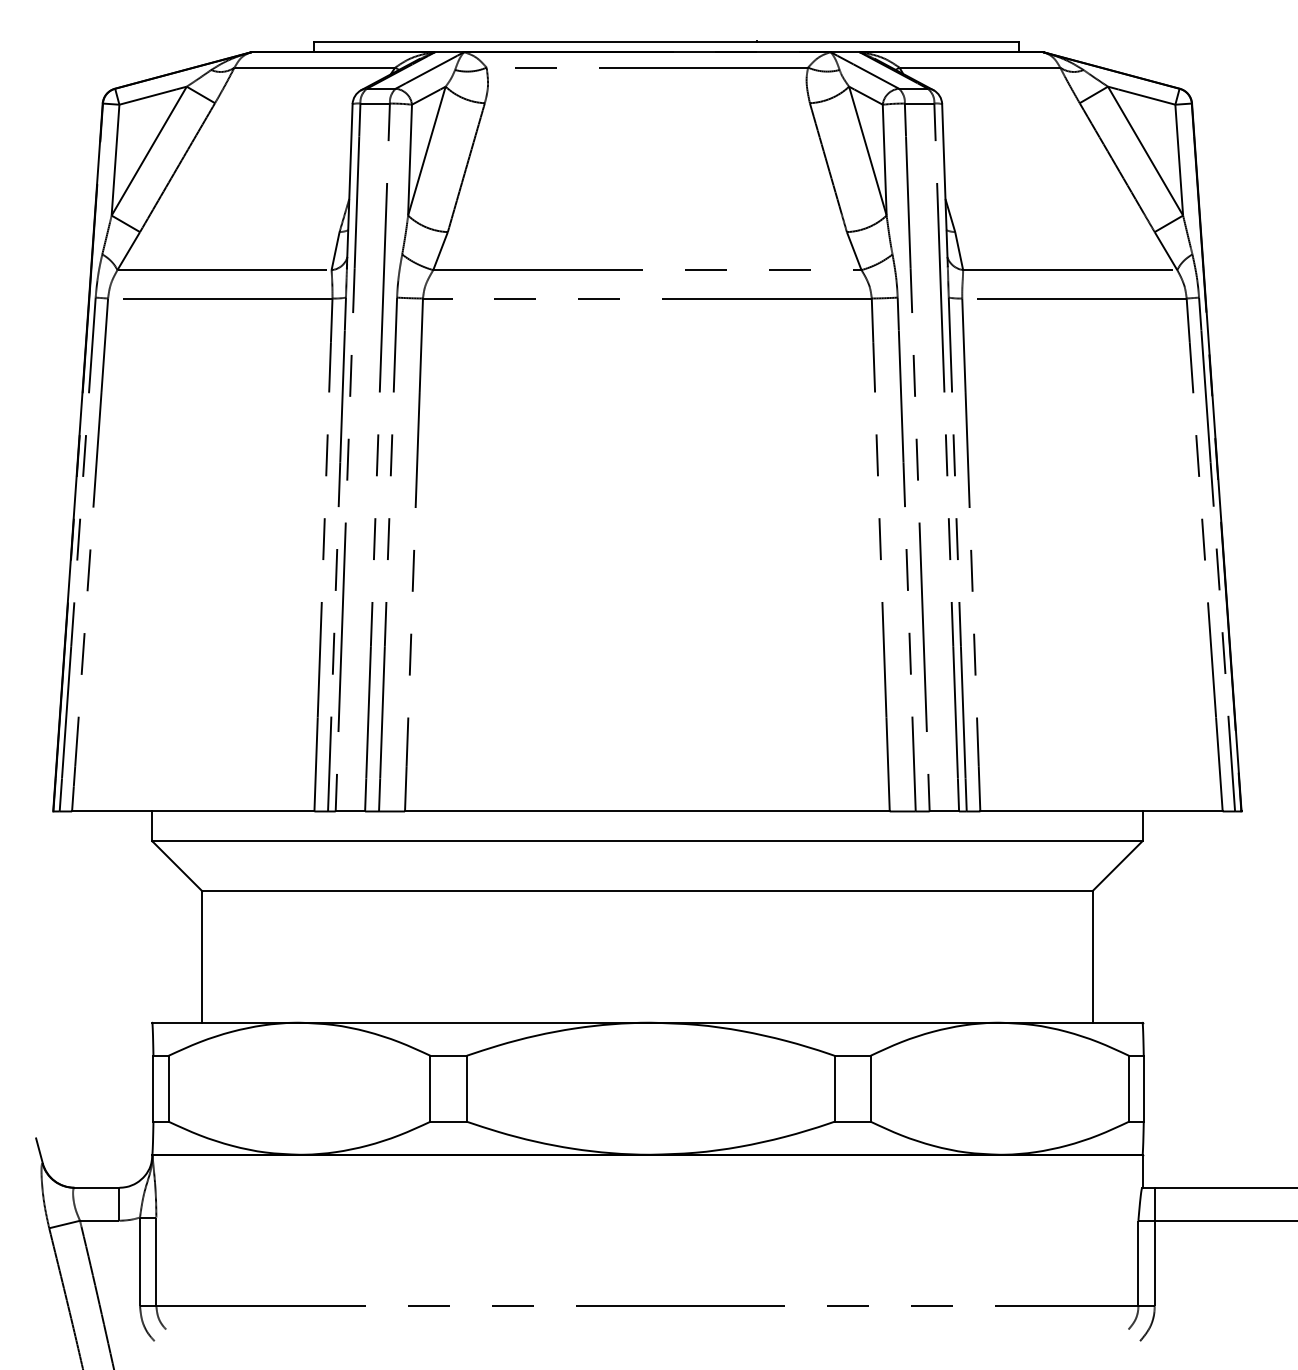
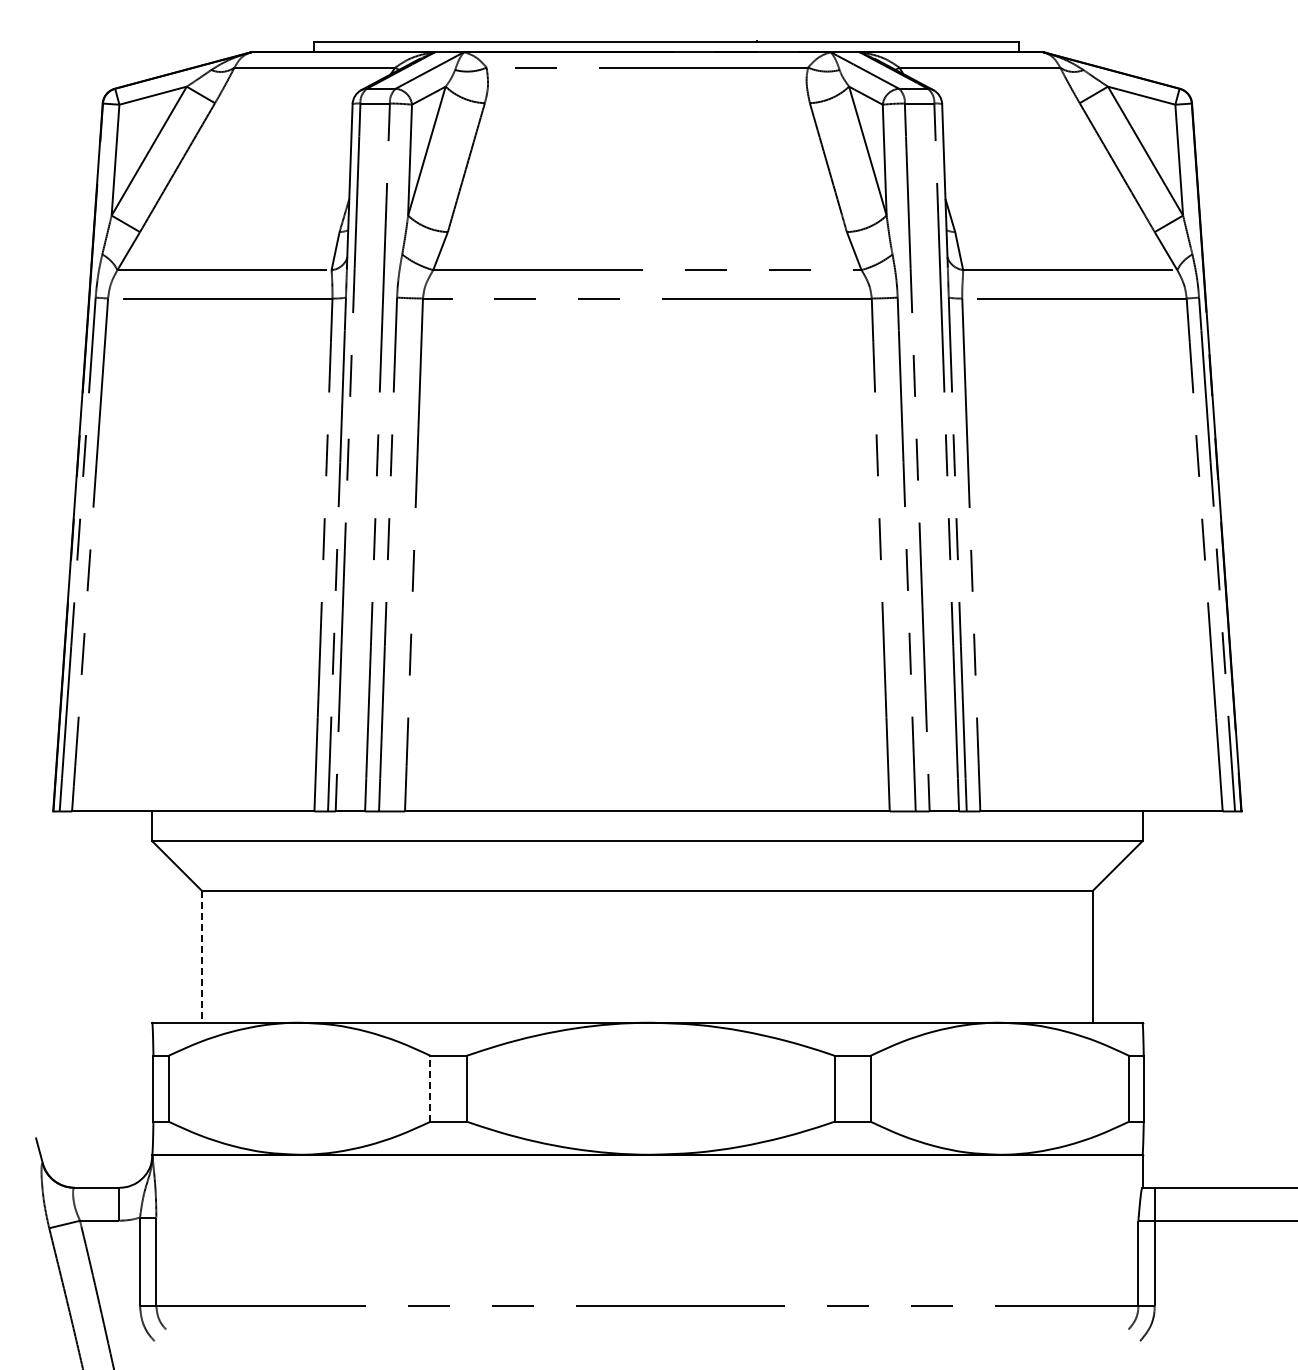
line at (201, 957): solid -> dashed
line at (430, 1088): solid -> dashed
